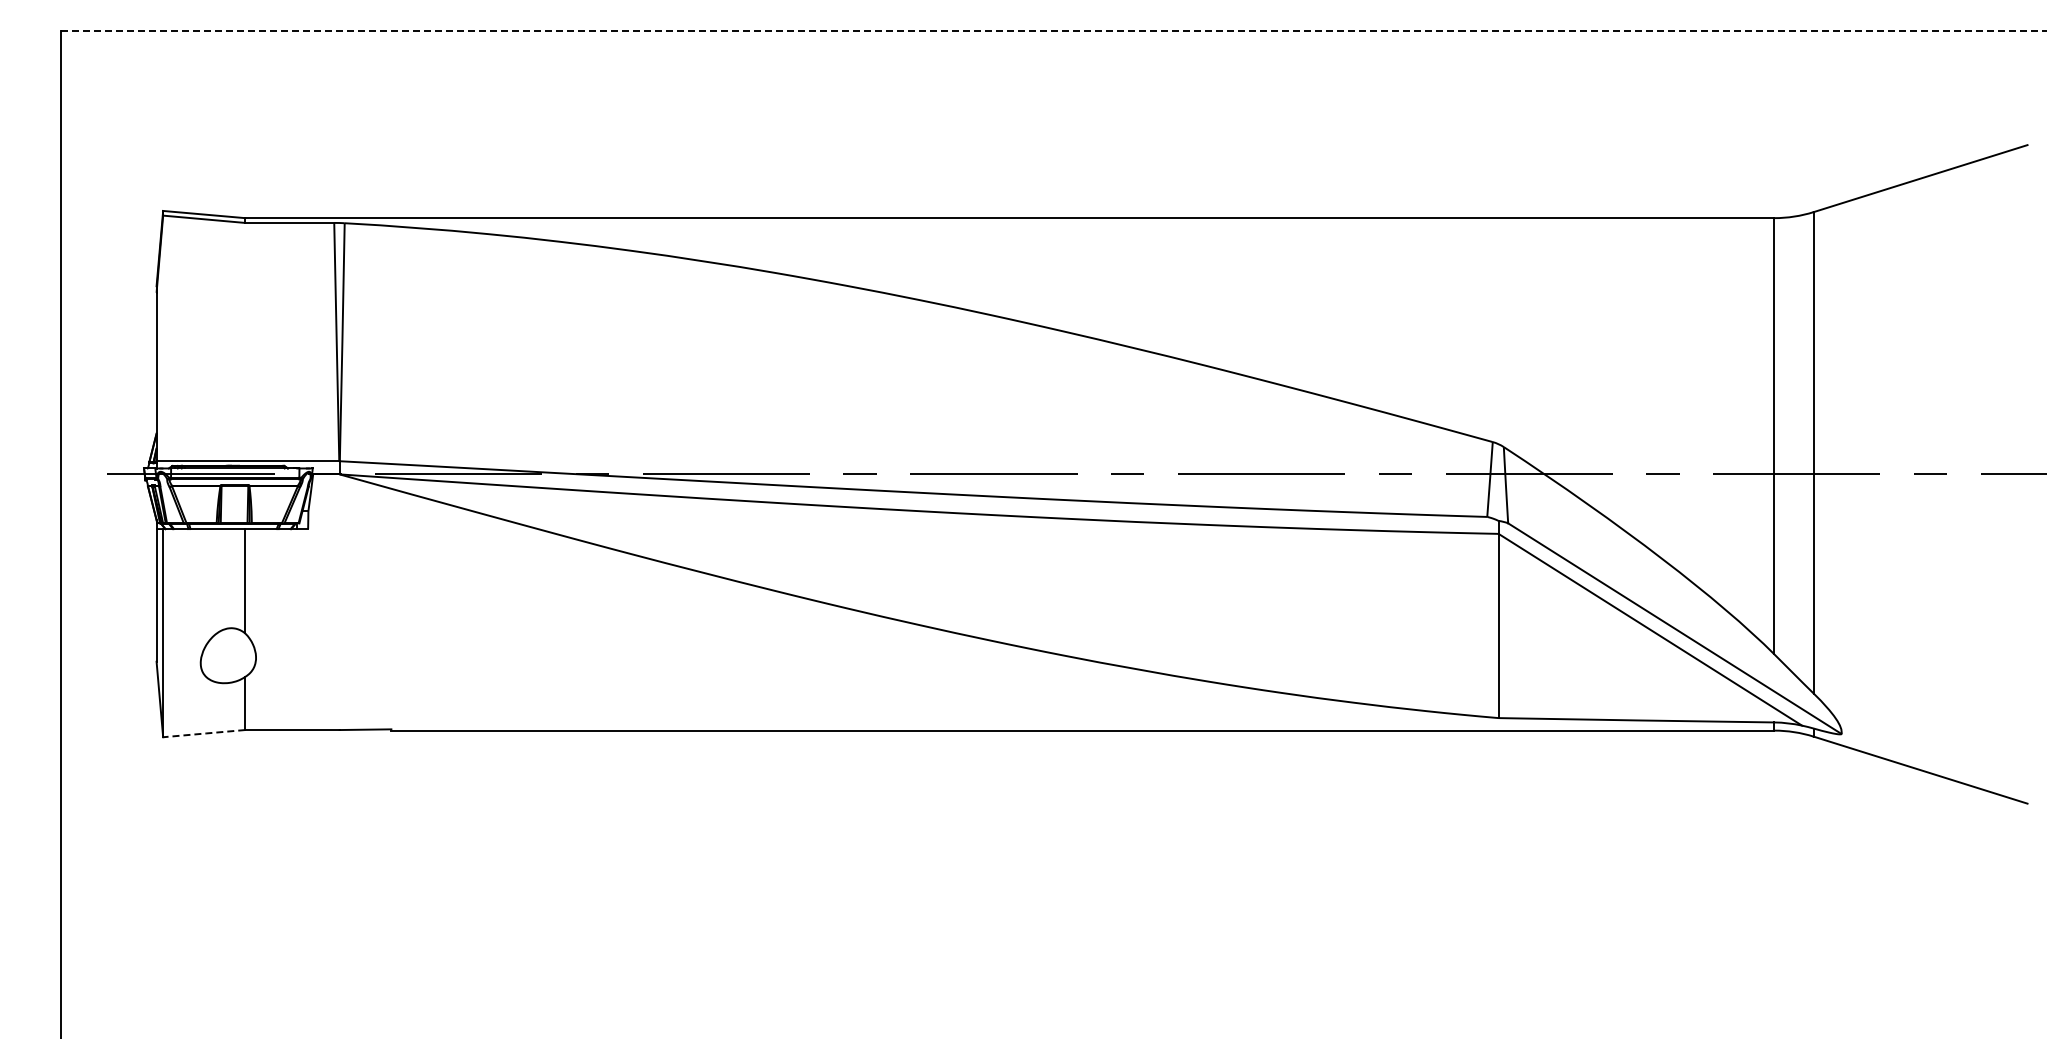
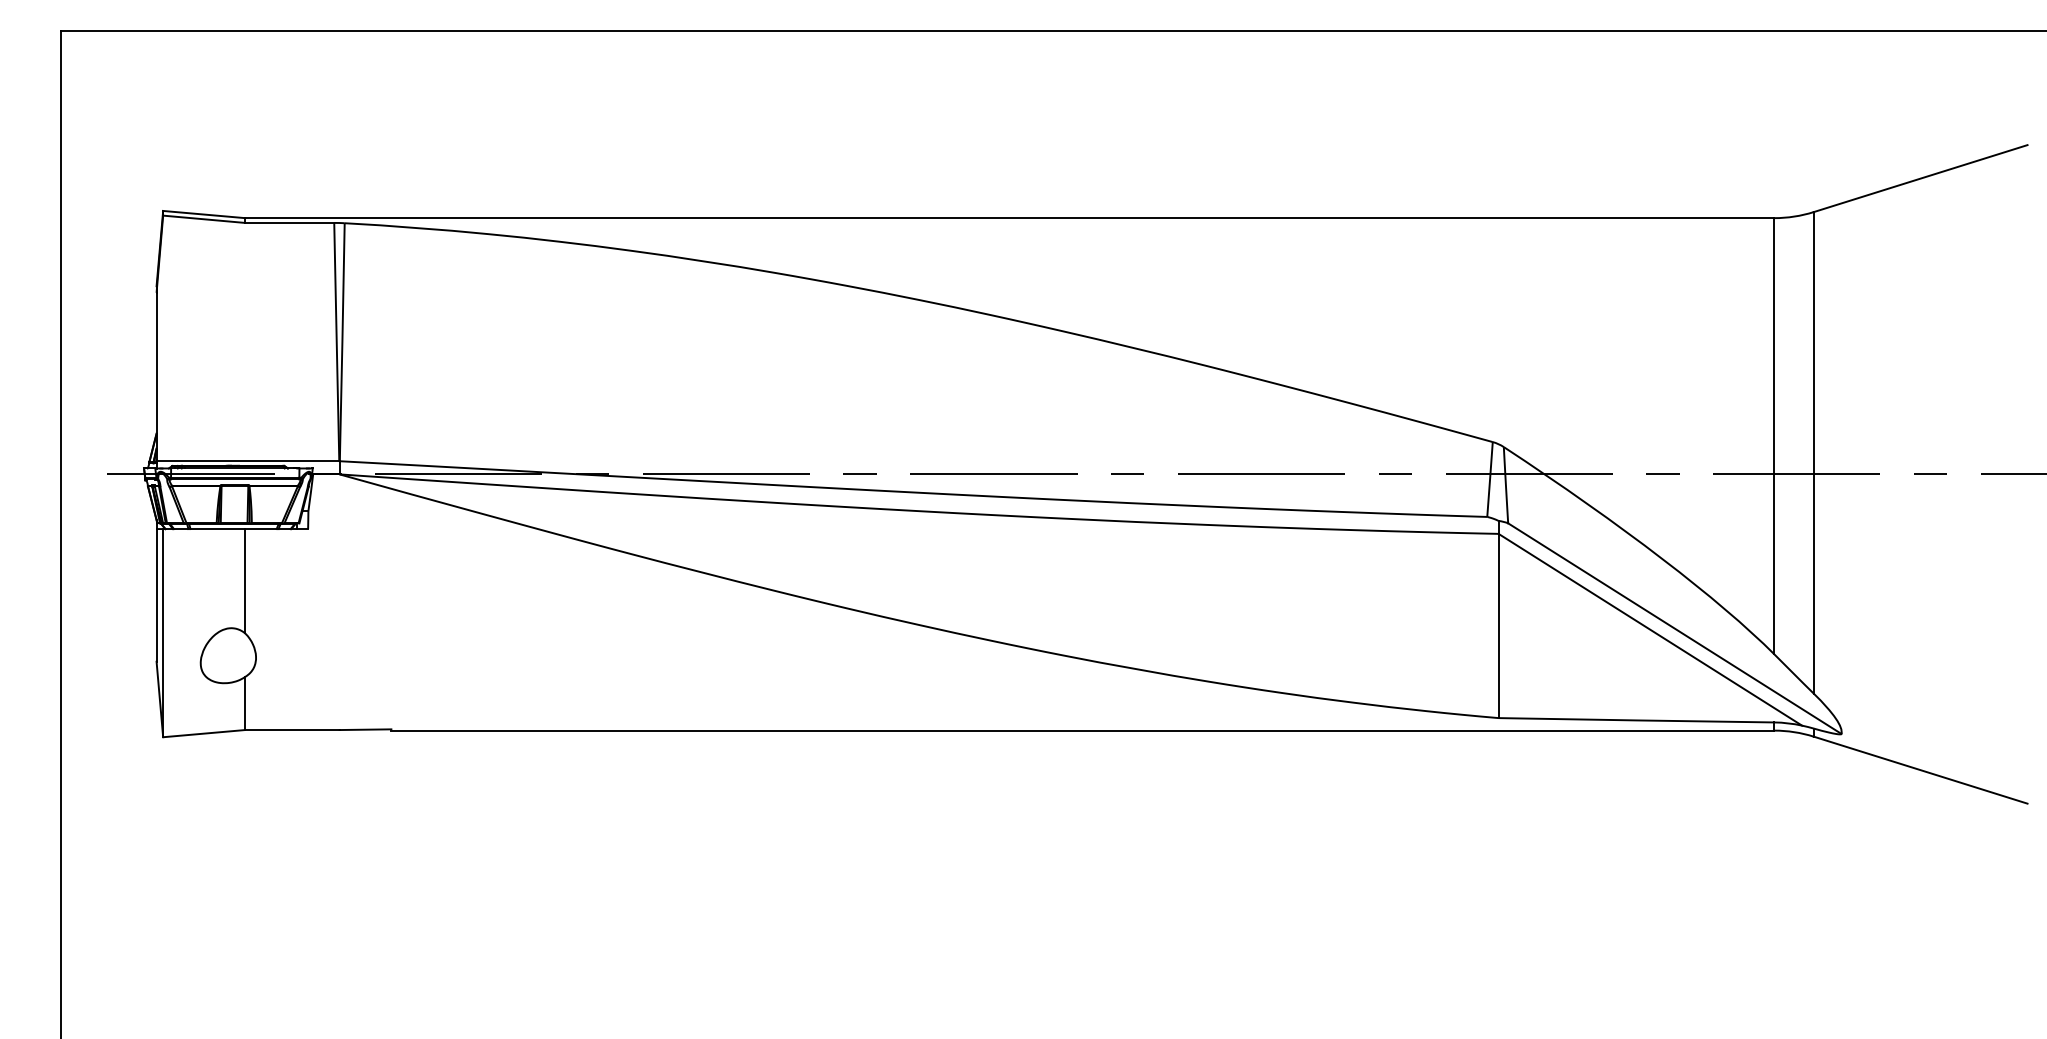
line at (1054, 31): dashed -> solid
line at (204, 733): dashed -> solid
